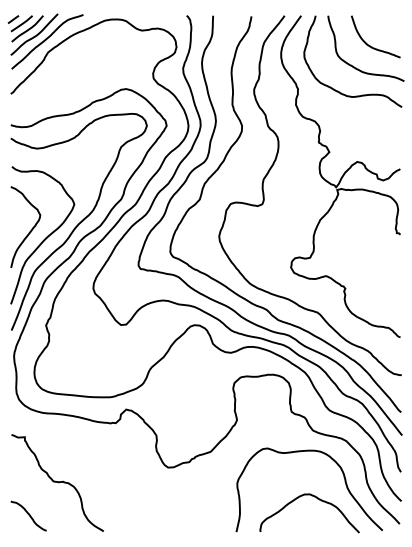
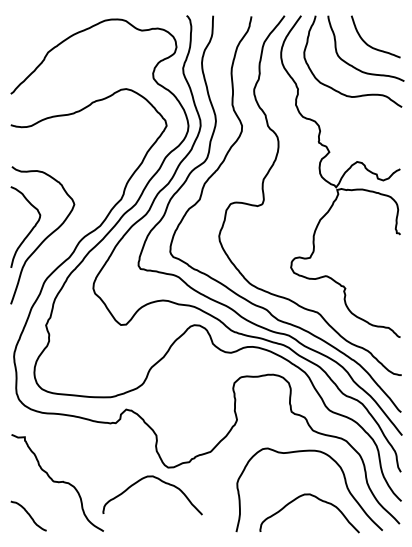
part at (45, 41): present -> none
curve at (79, 222): present -> none
curve at (160, 481): none -> present
